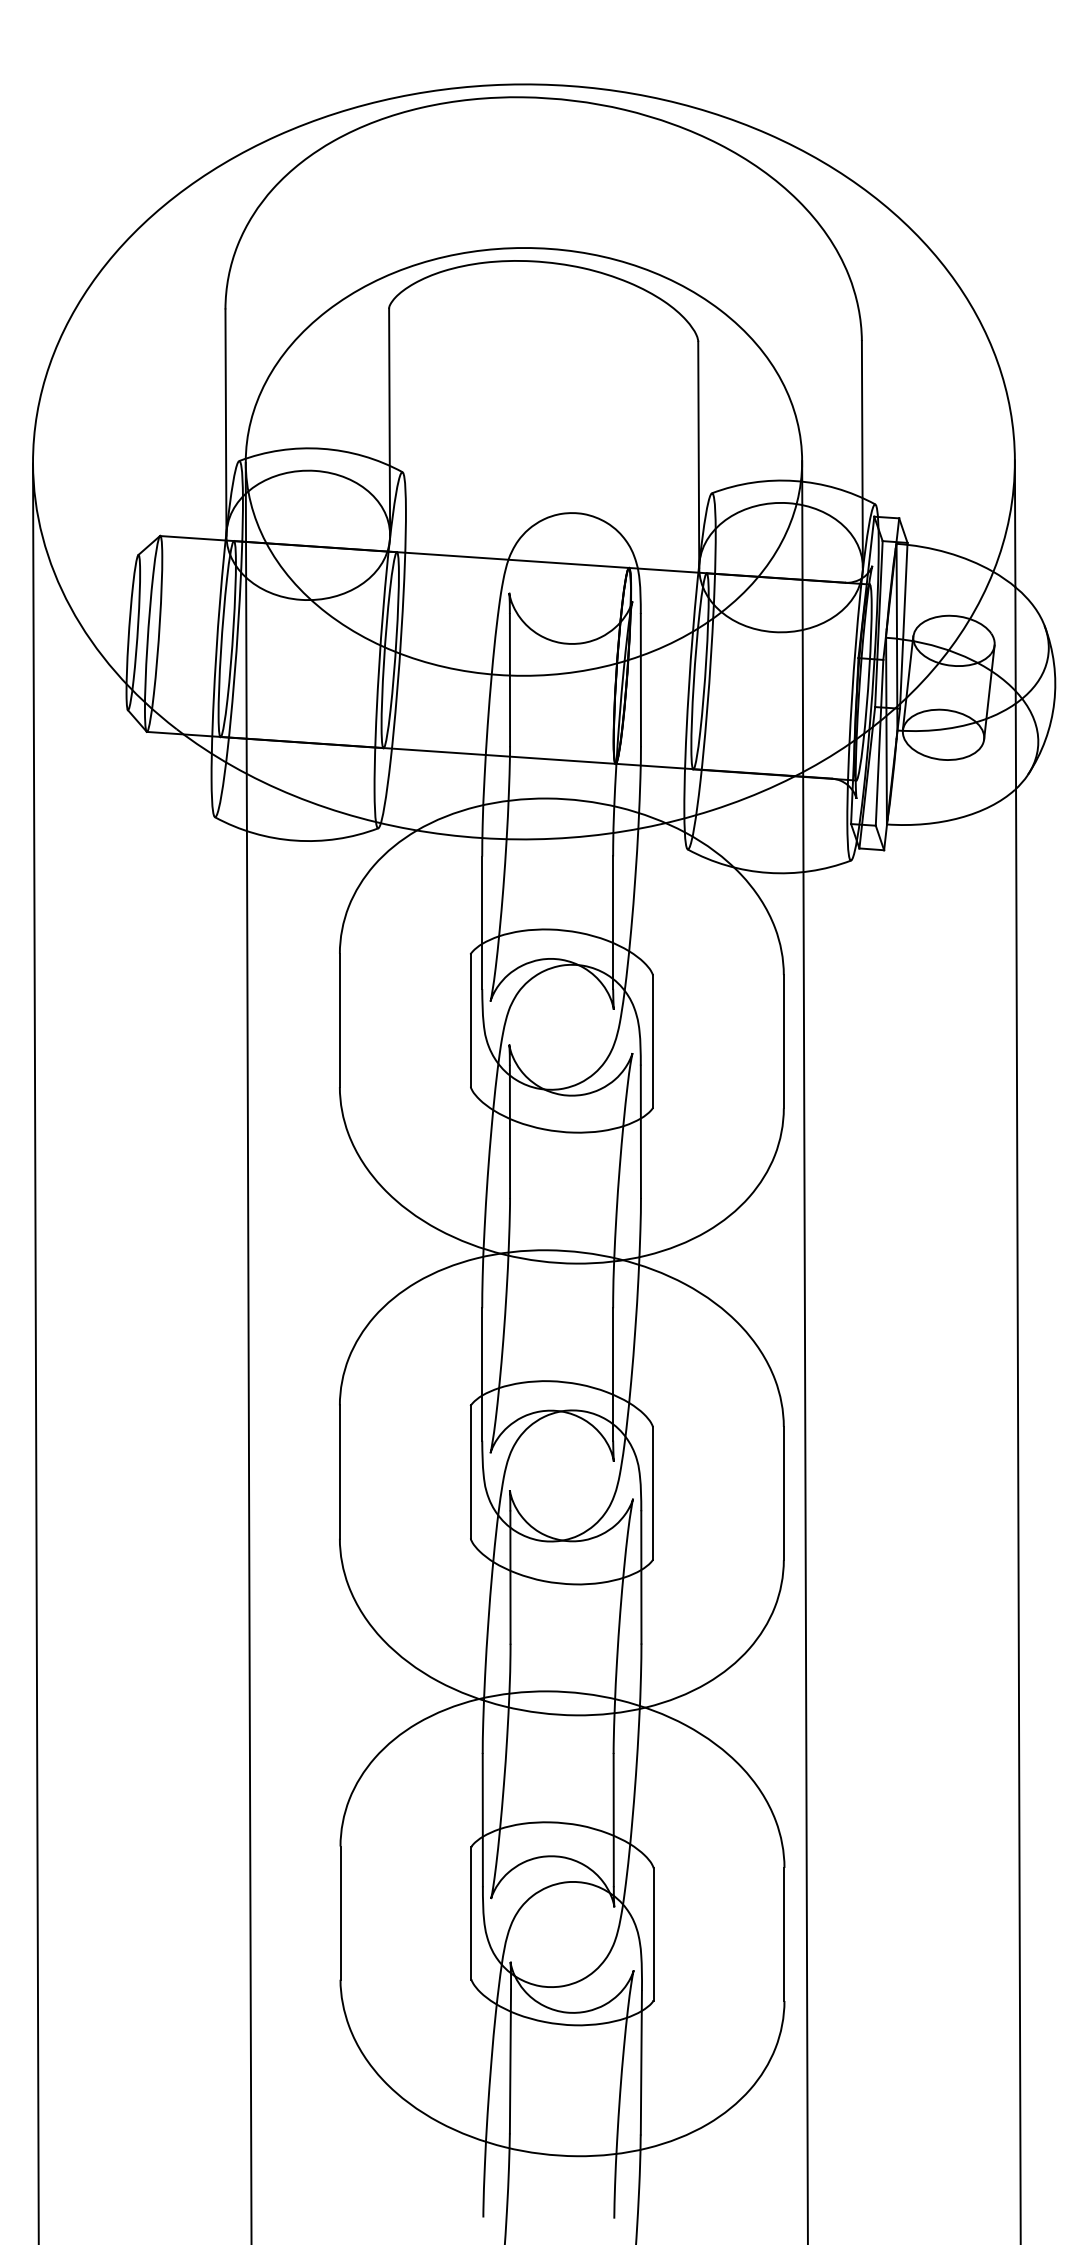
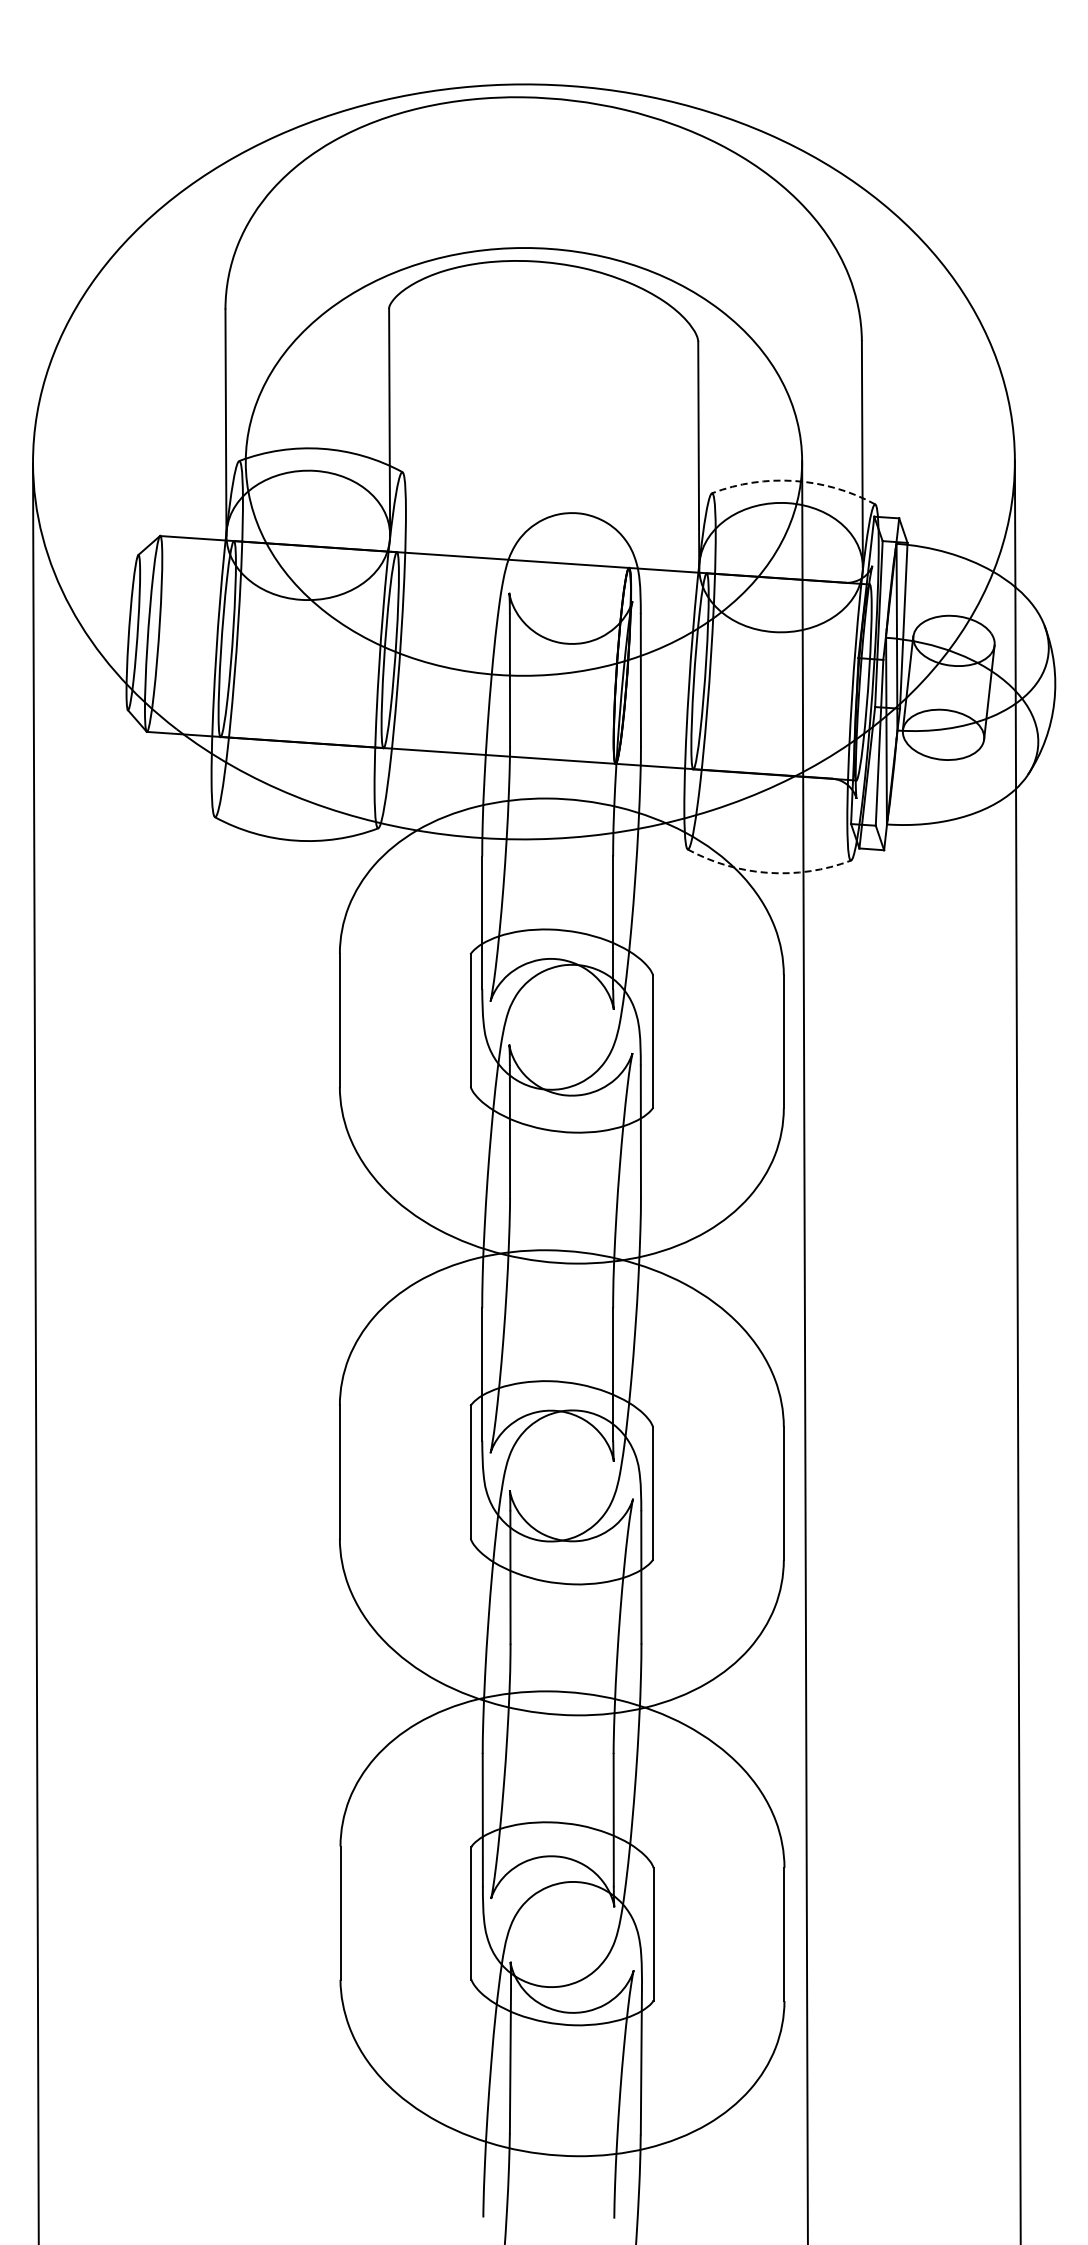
arc at (794, 481): solid -> dashed
arc at (768, 872): solid -> dashed
line at (248, 1351): present -> none
